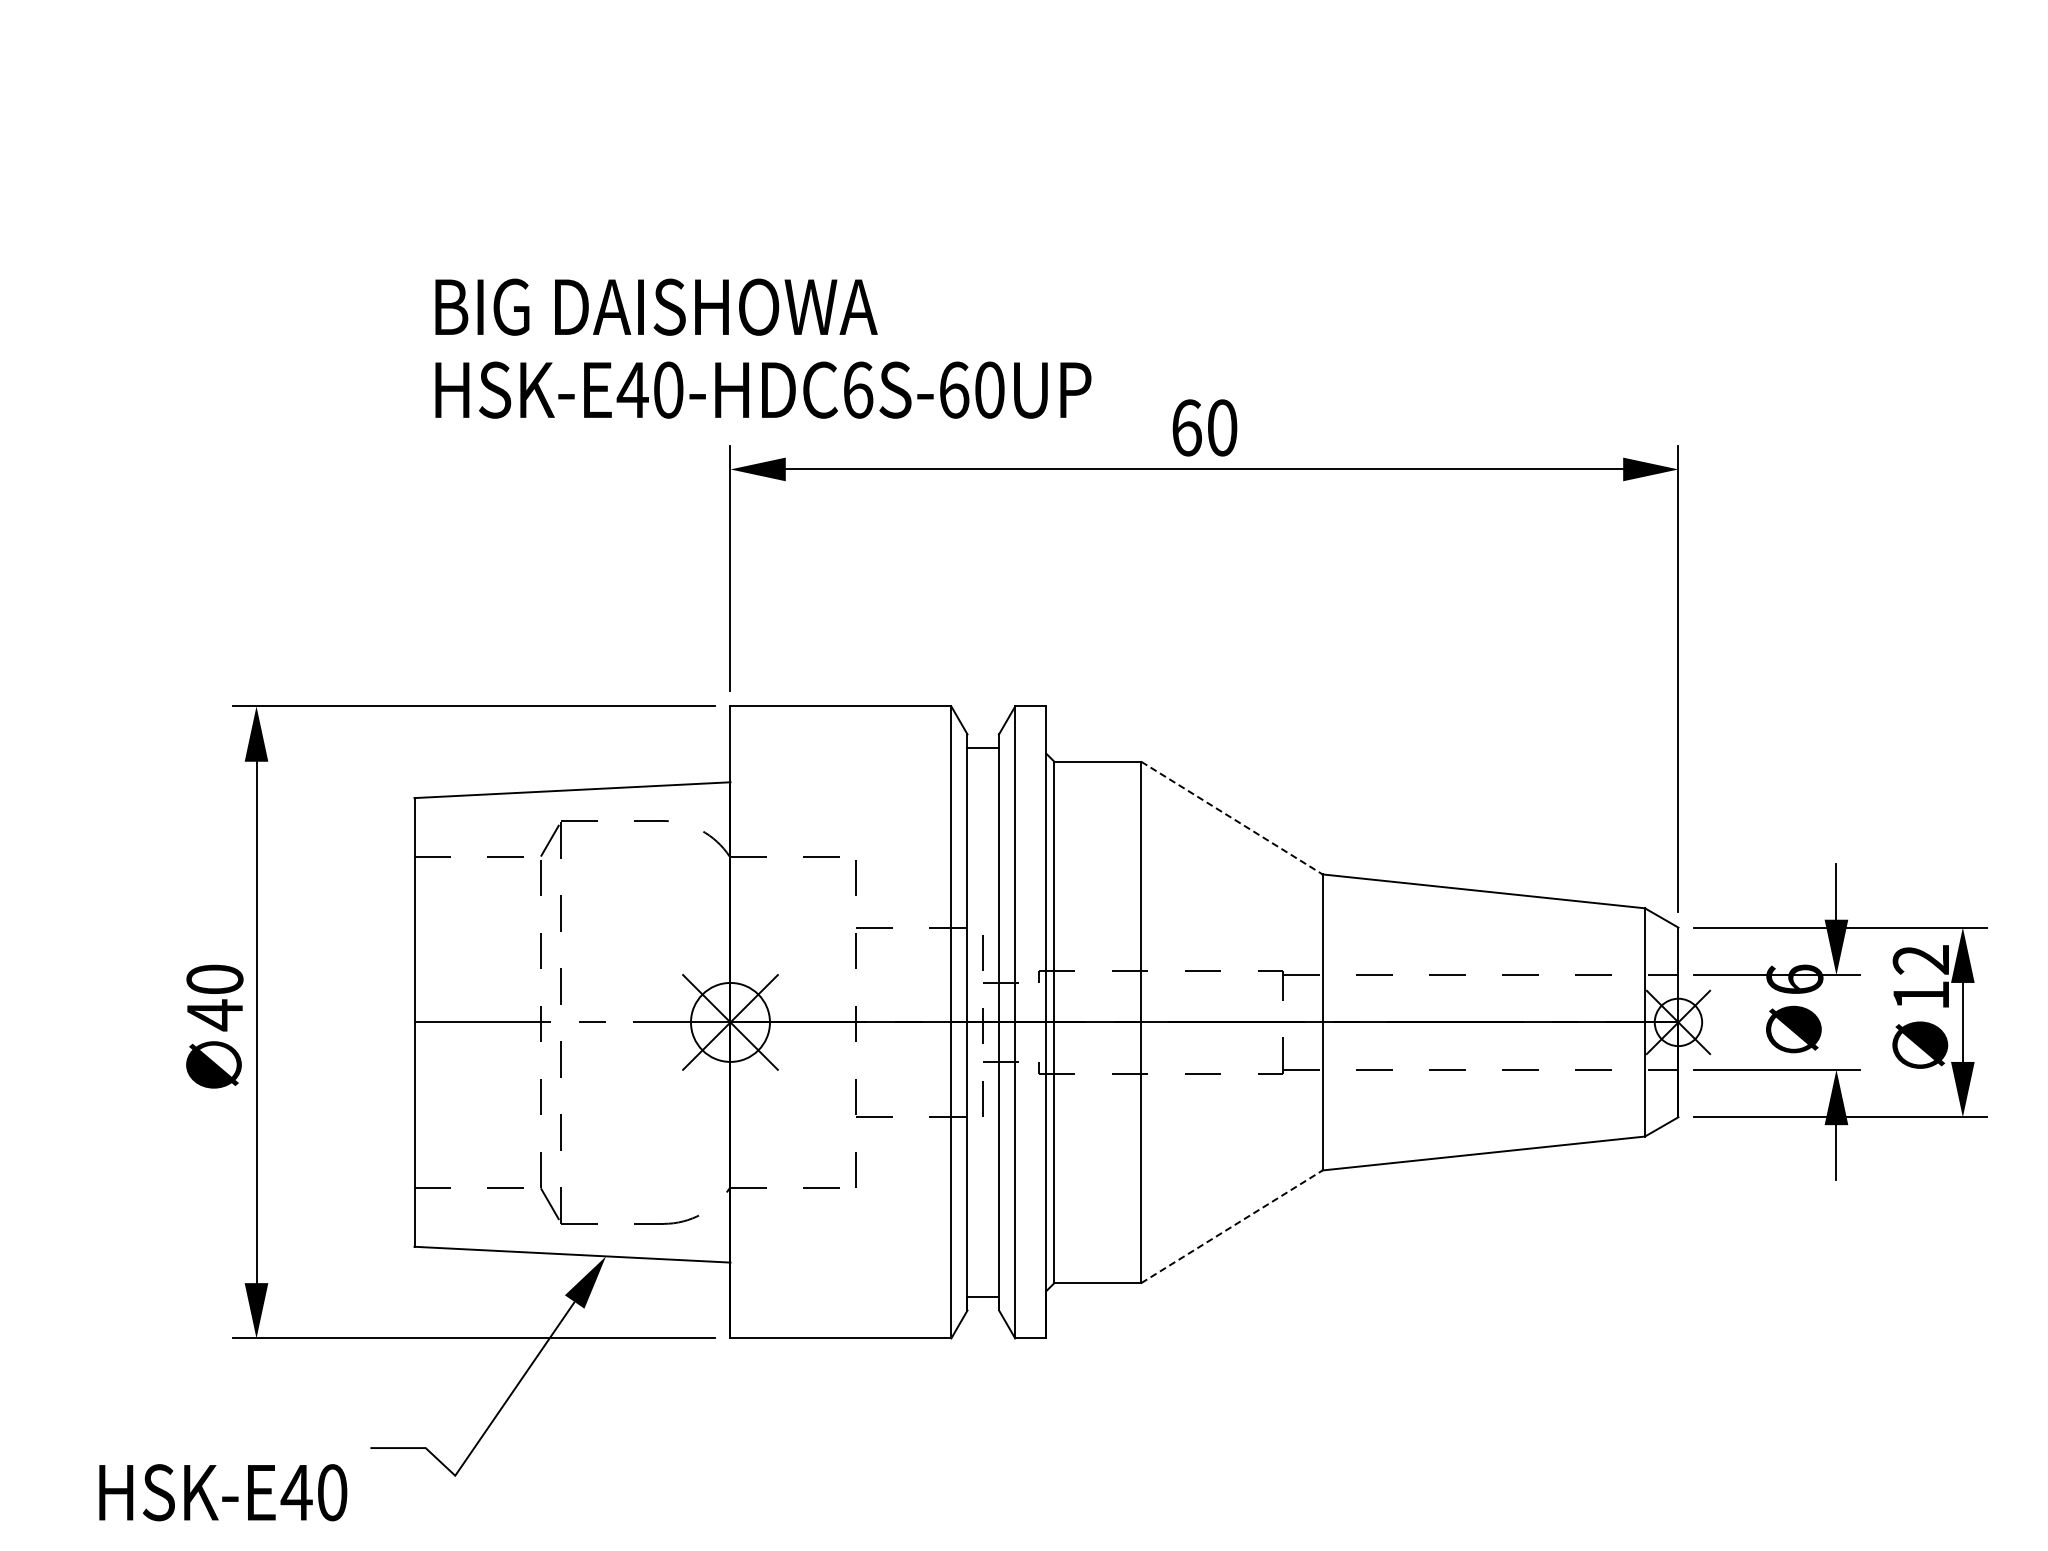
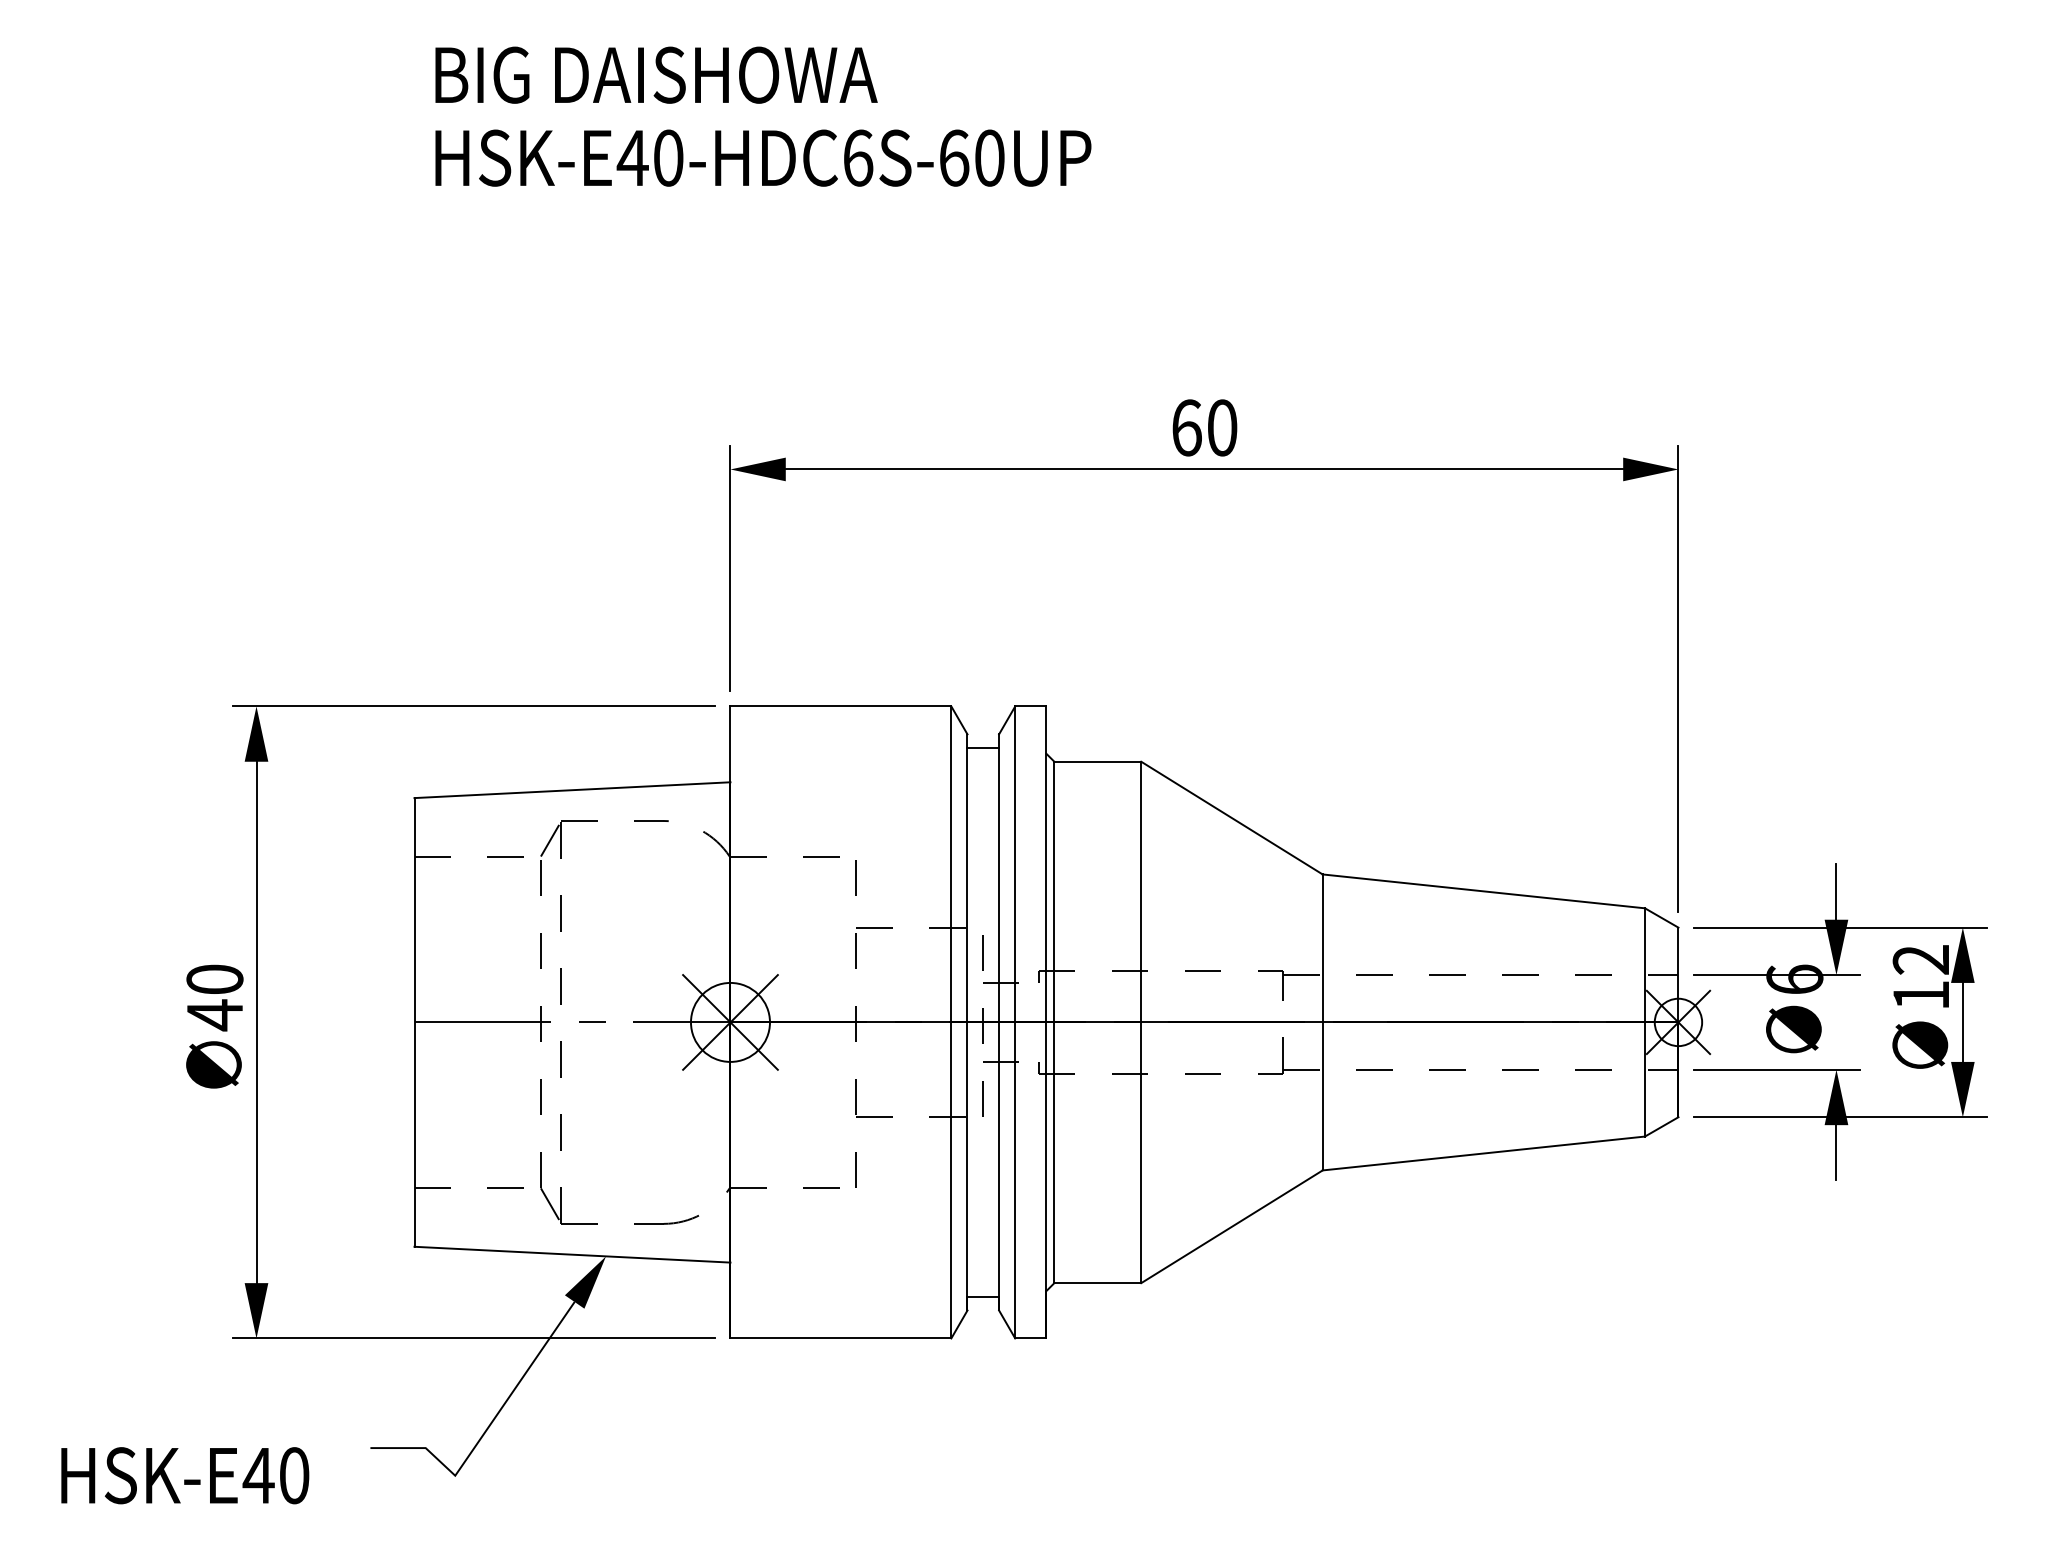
text at (763, 348) position: (763, 348) -> (763, 116)
line at (1231, 818): dashed -> solid
line at (1231, 1226): dashed -> solid
text at (223, 1492) position: (223, 1492) -> (185, 1475)
